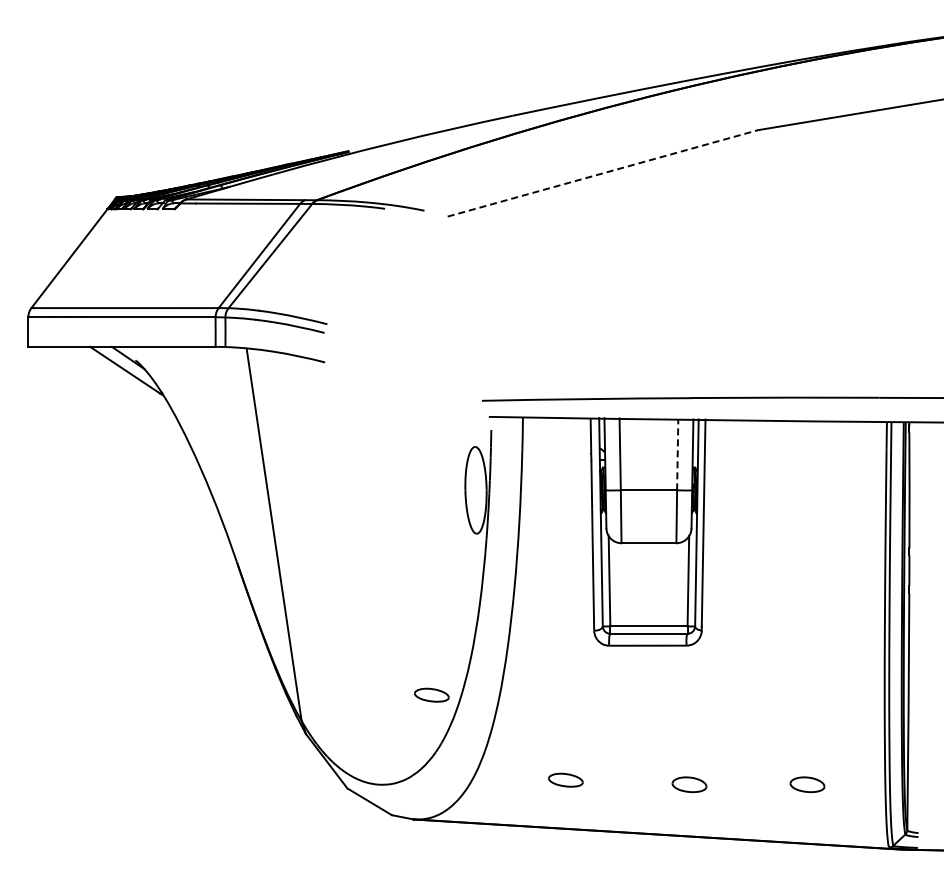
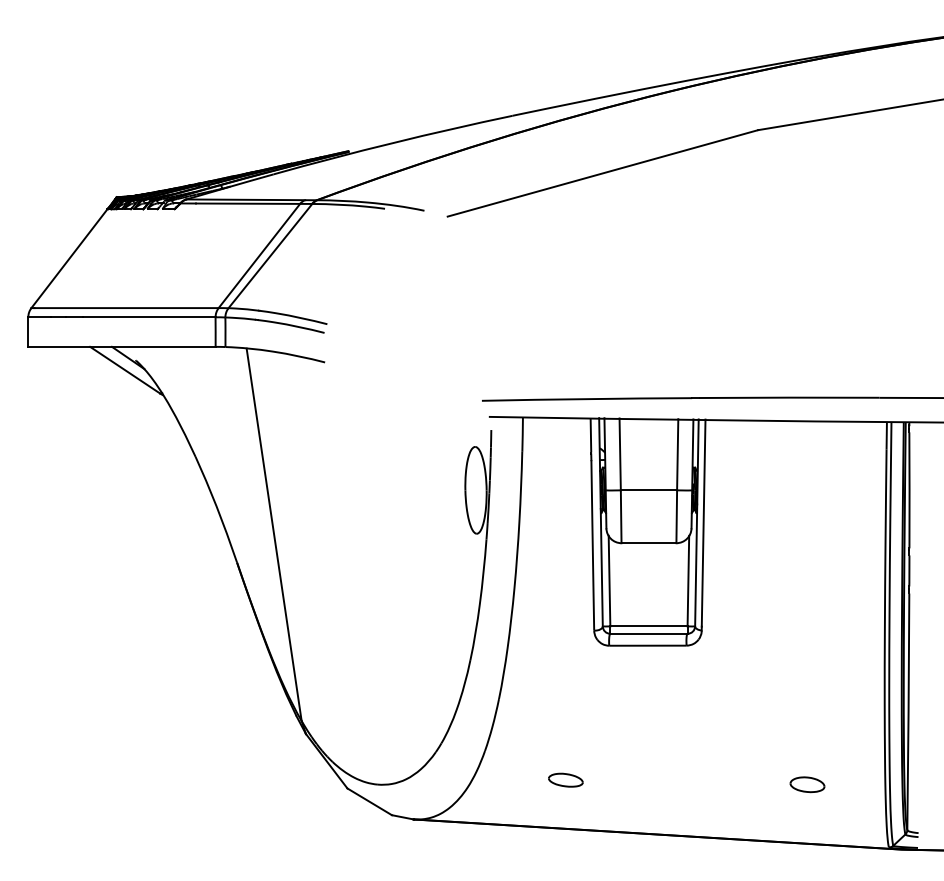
line at (603, 173): dashed -> solid
line at (677, 454): dashed -> solid
part at (431, 694): present -> none
part at (689, 784): present -> none
